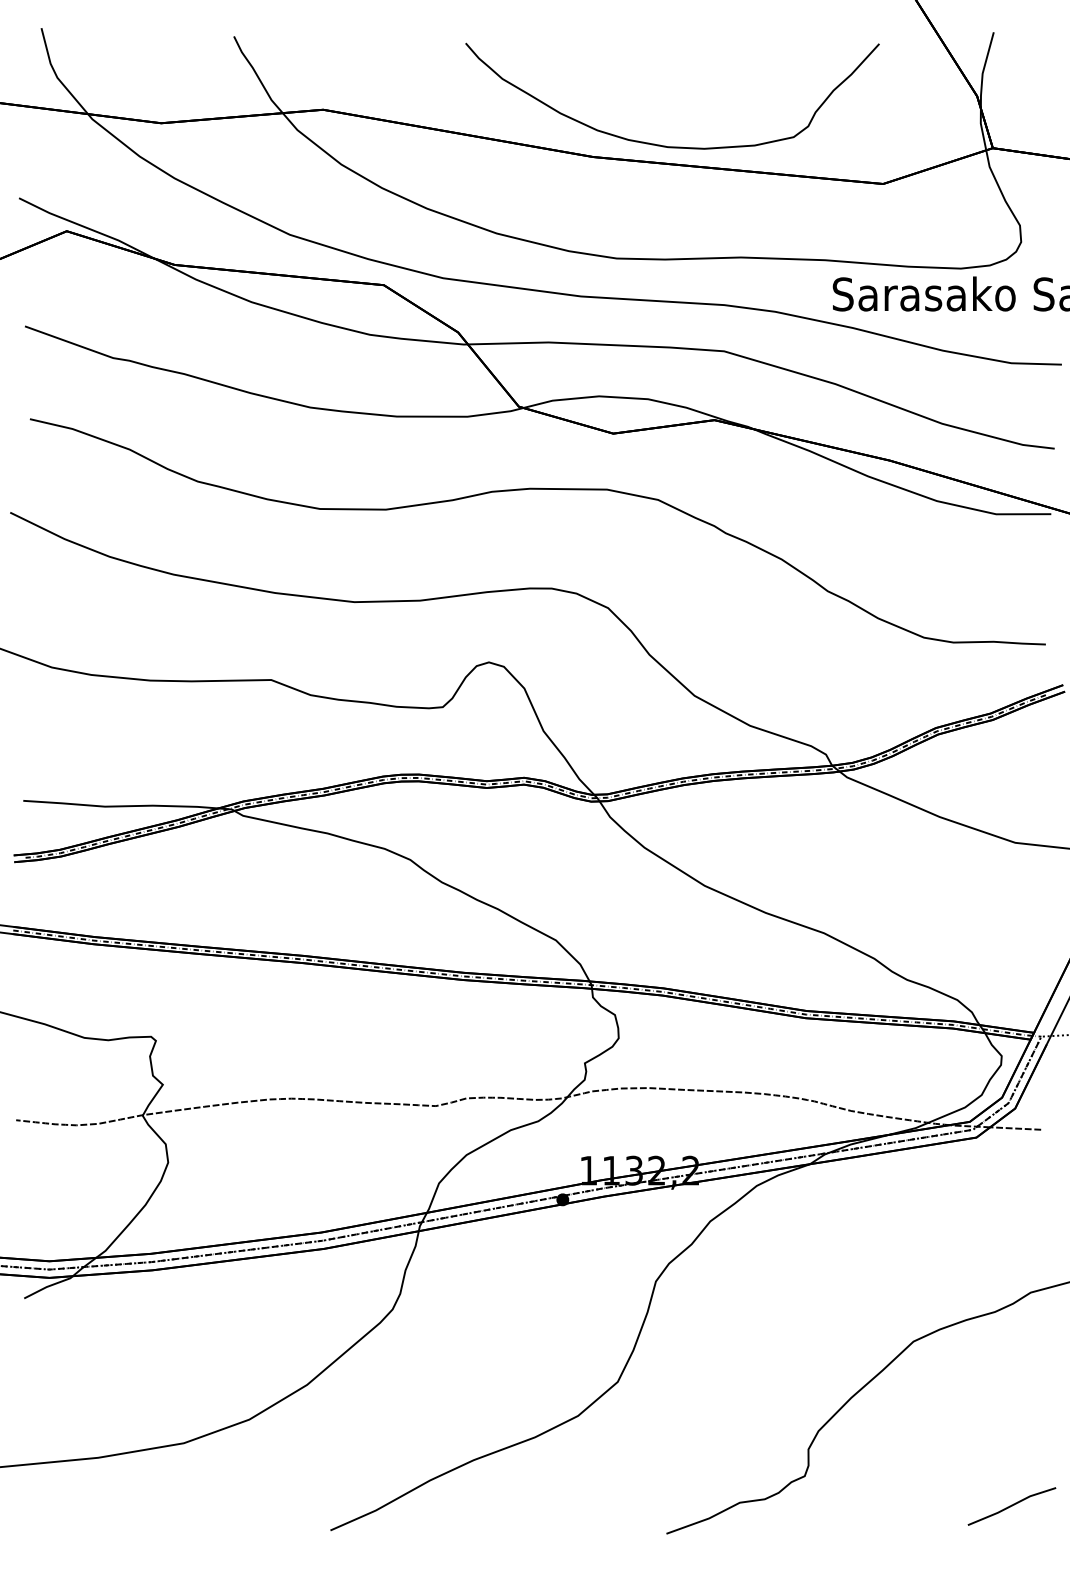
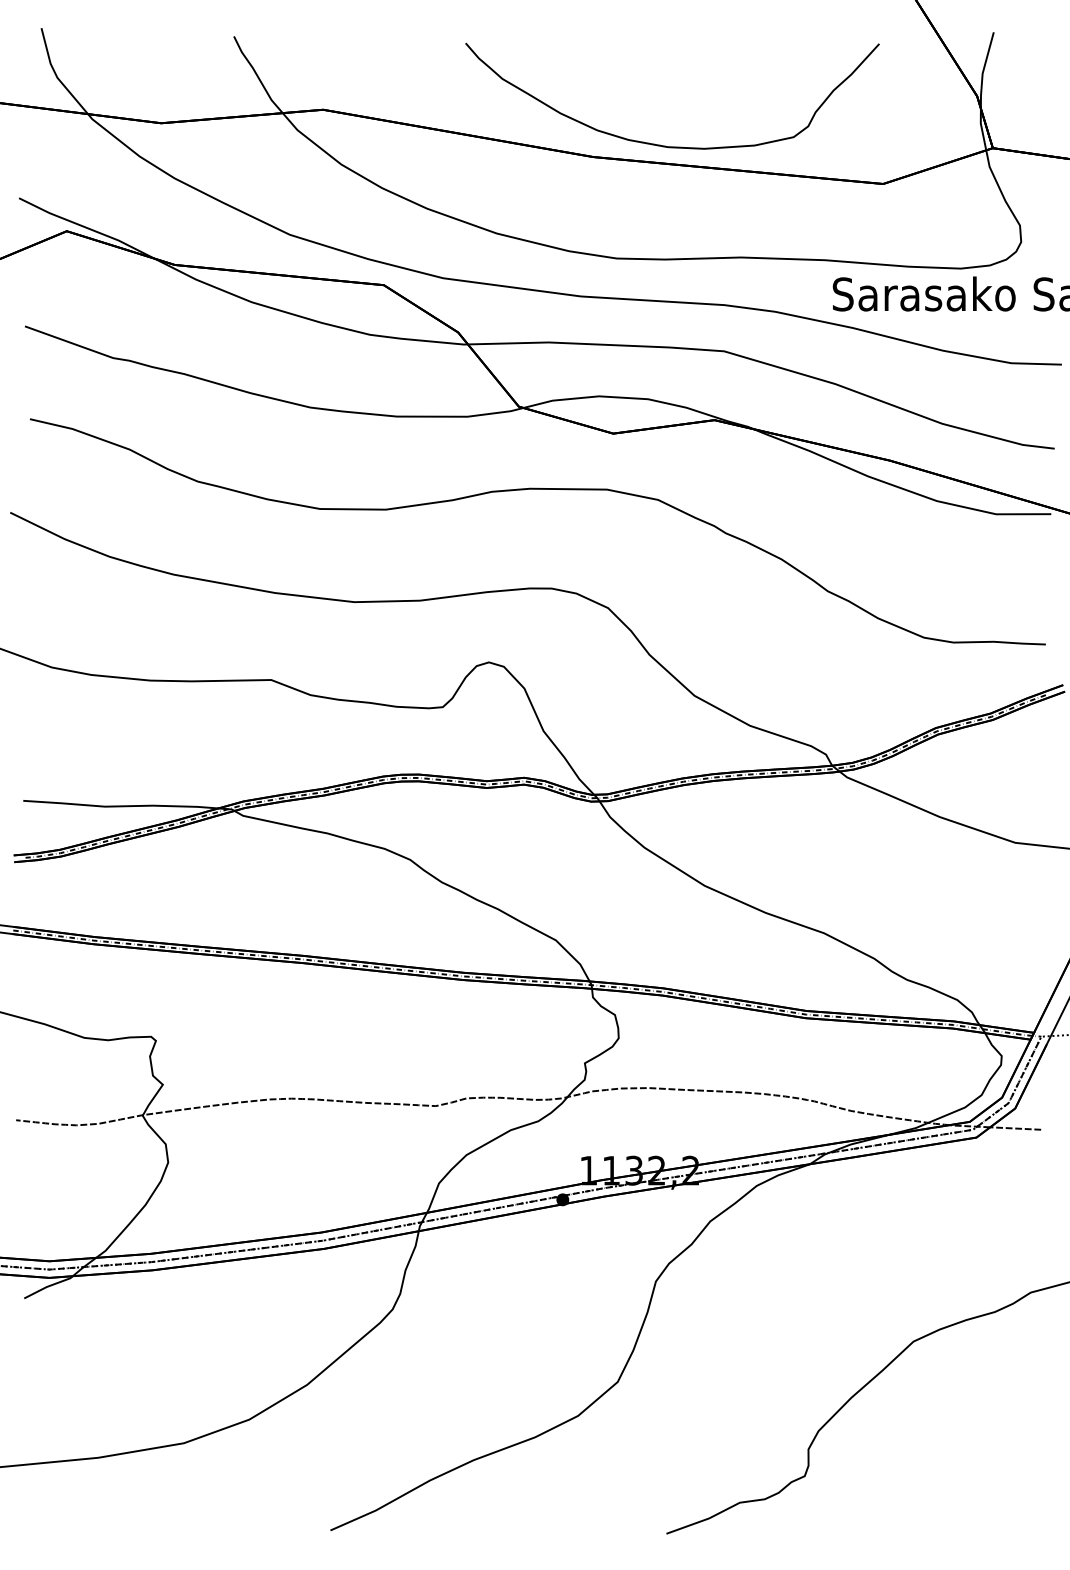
line at (1011, 1506): present -> none
